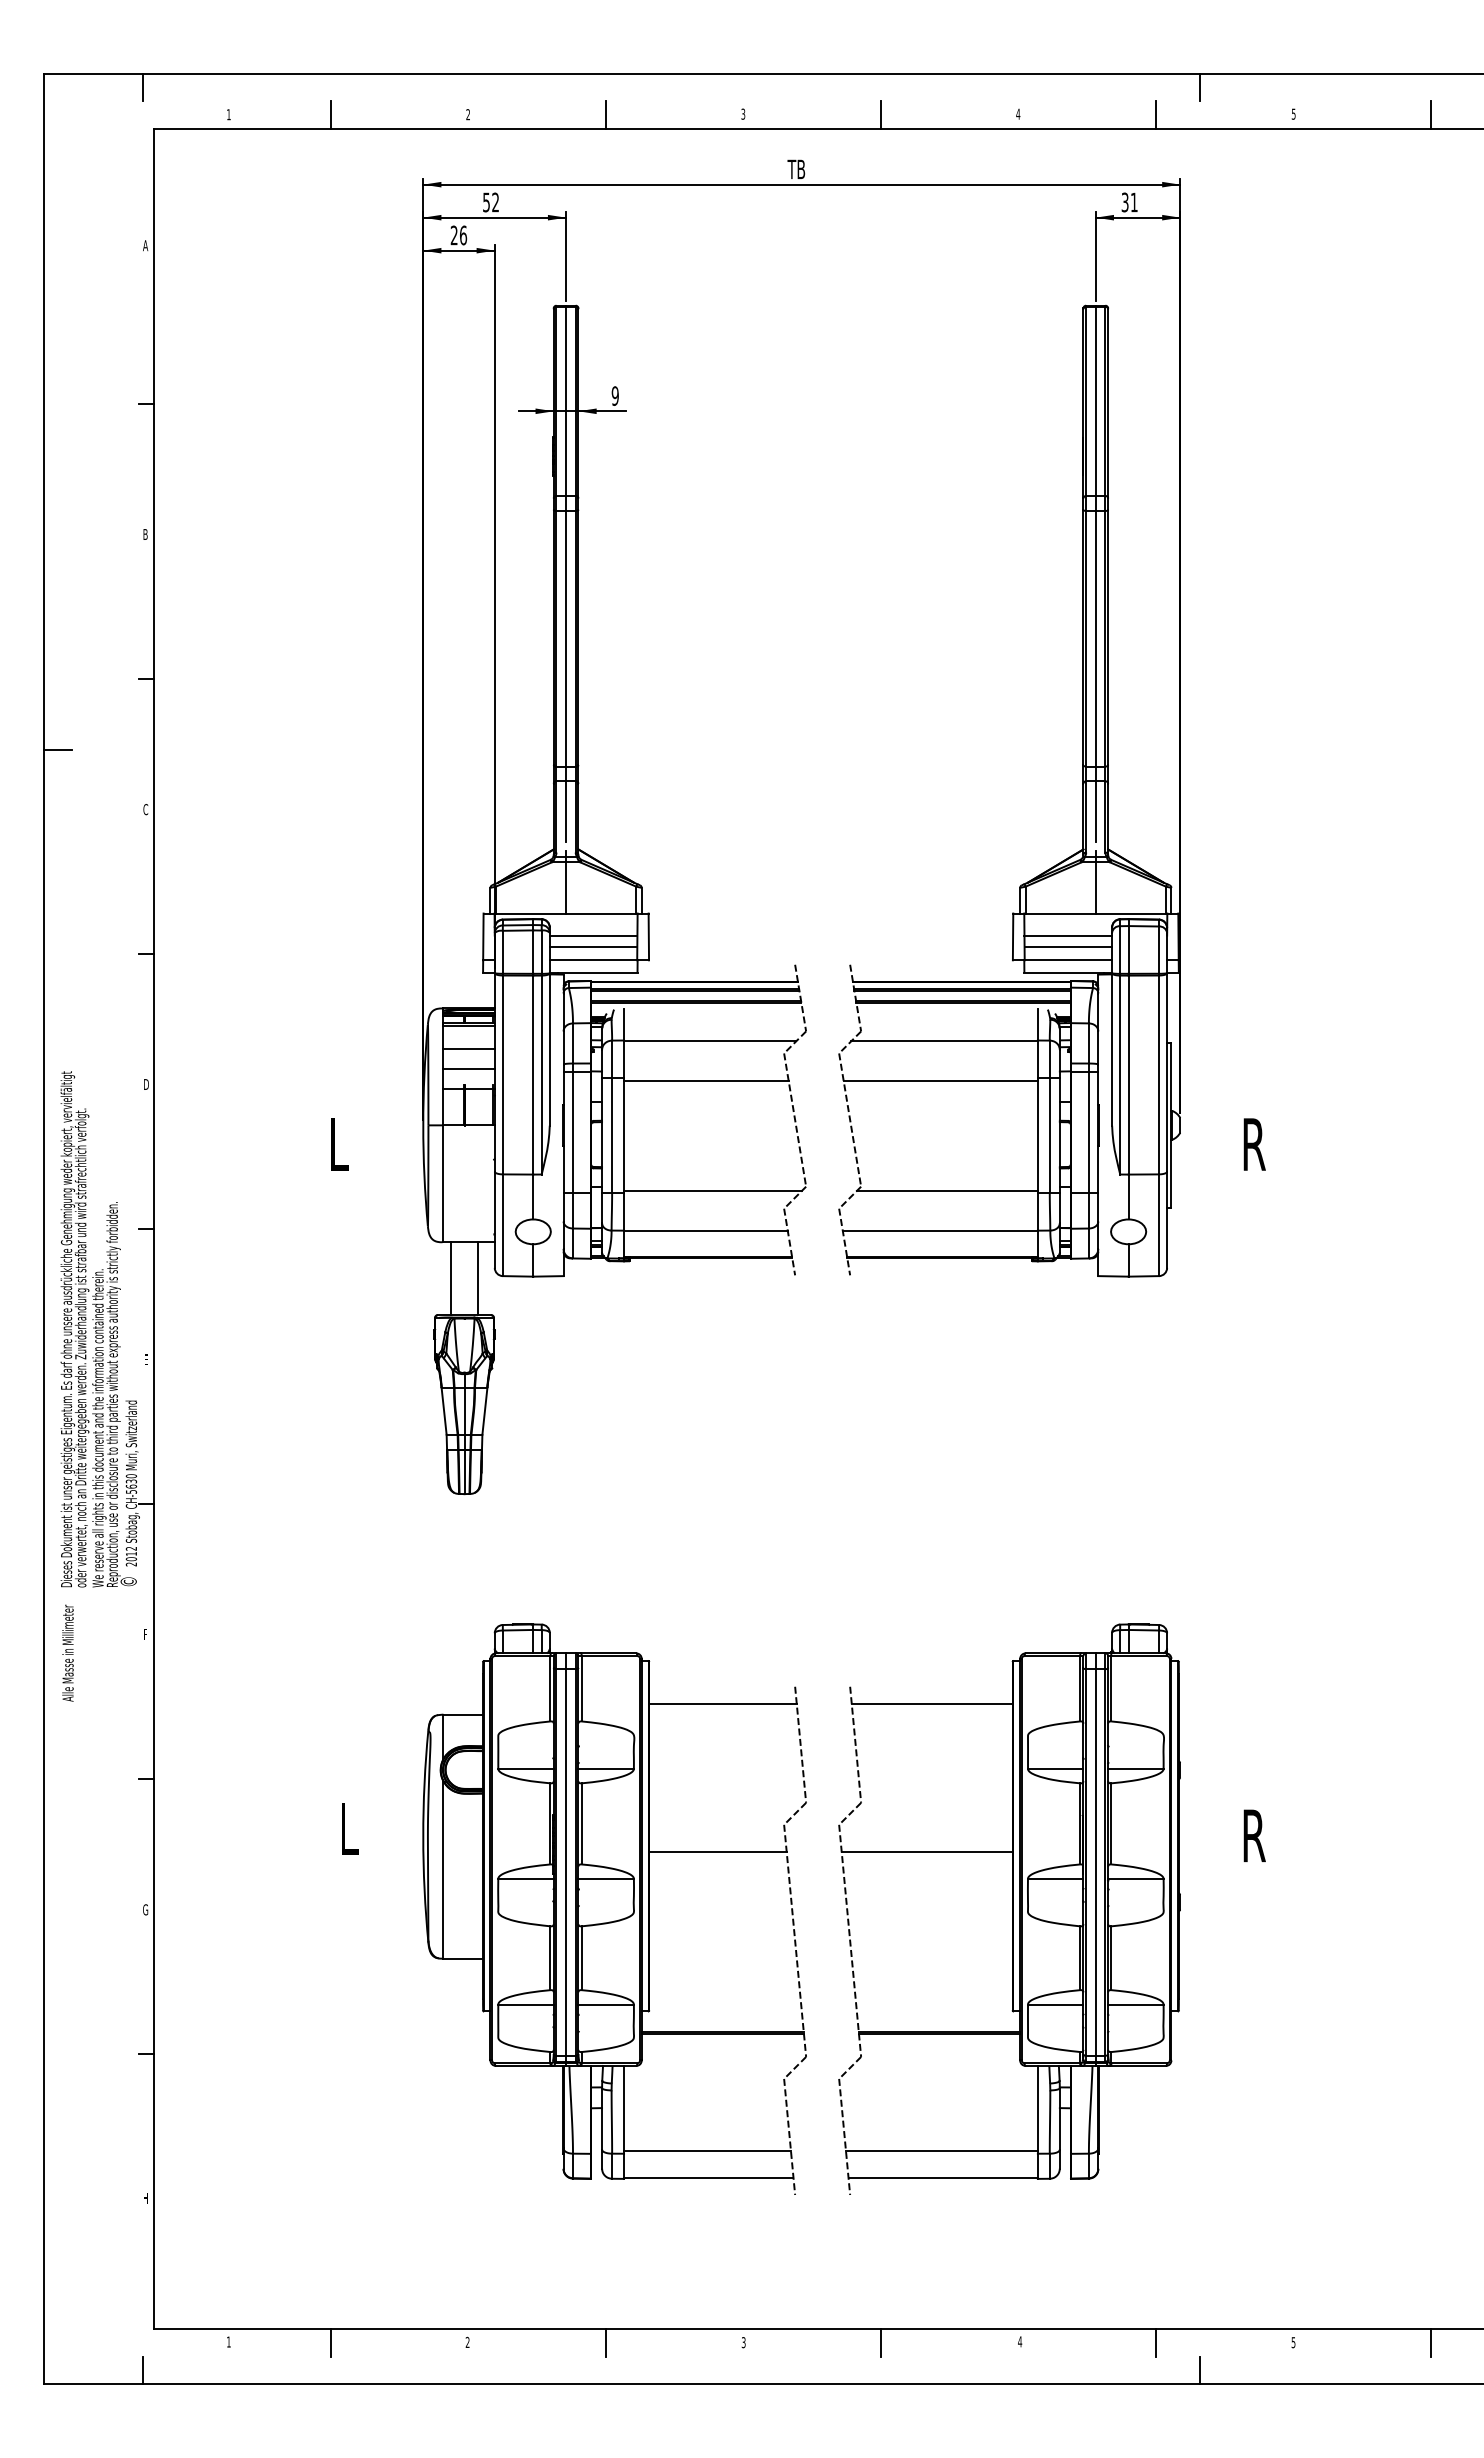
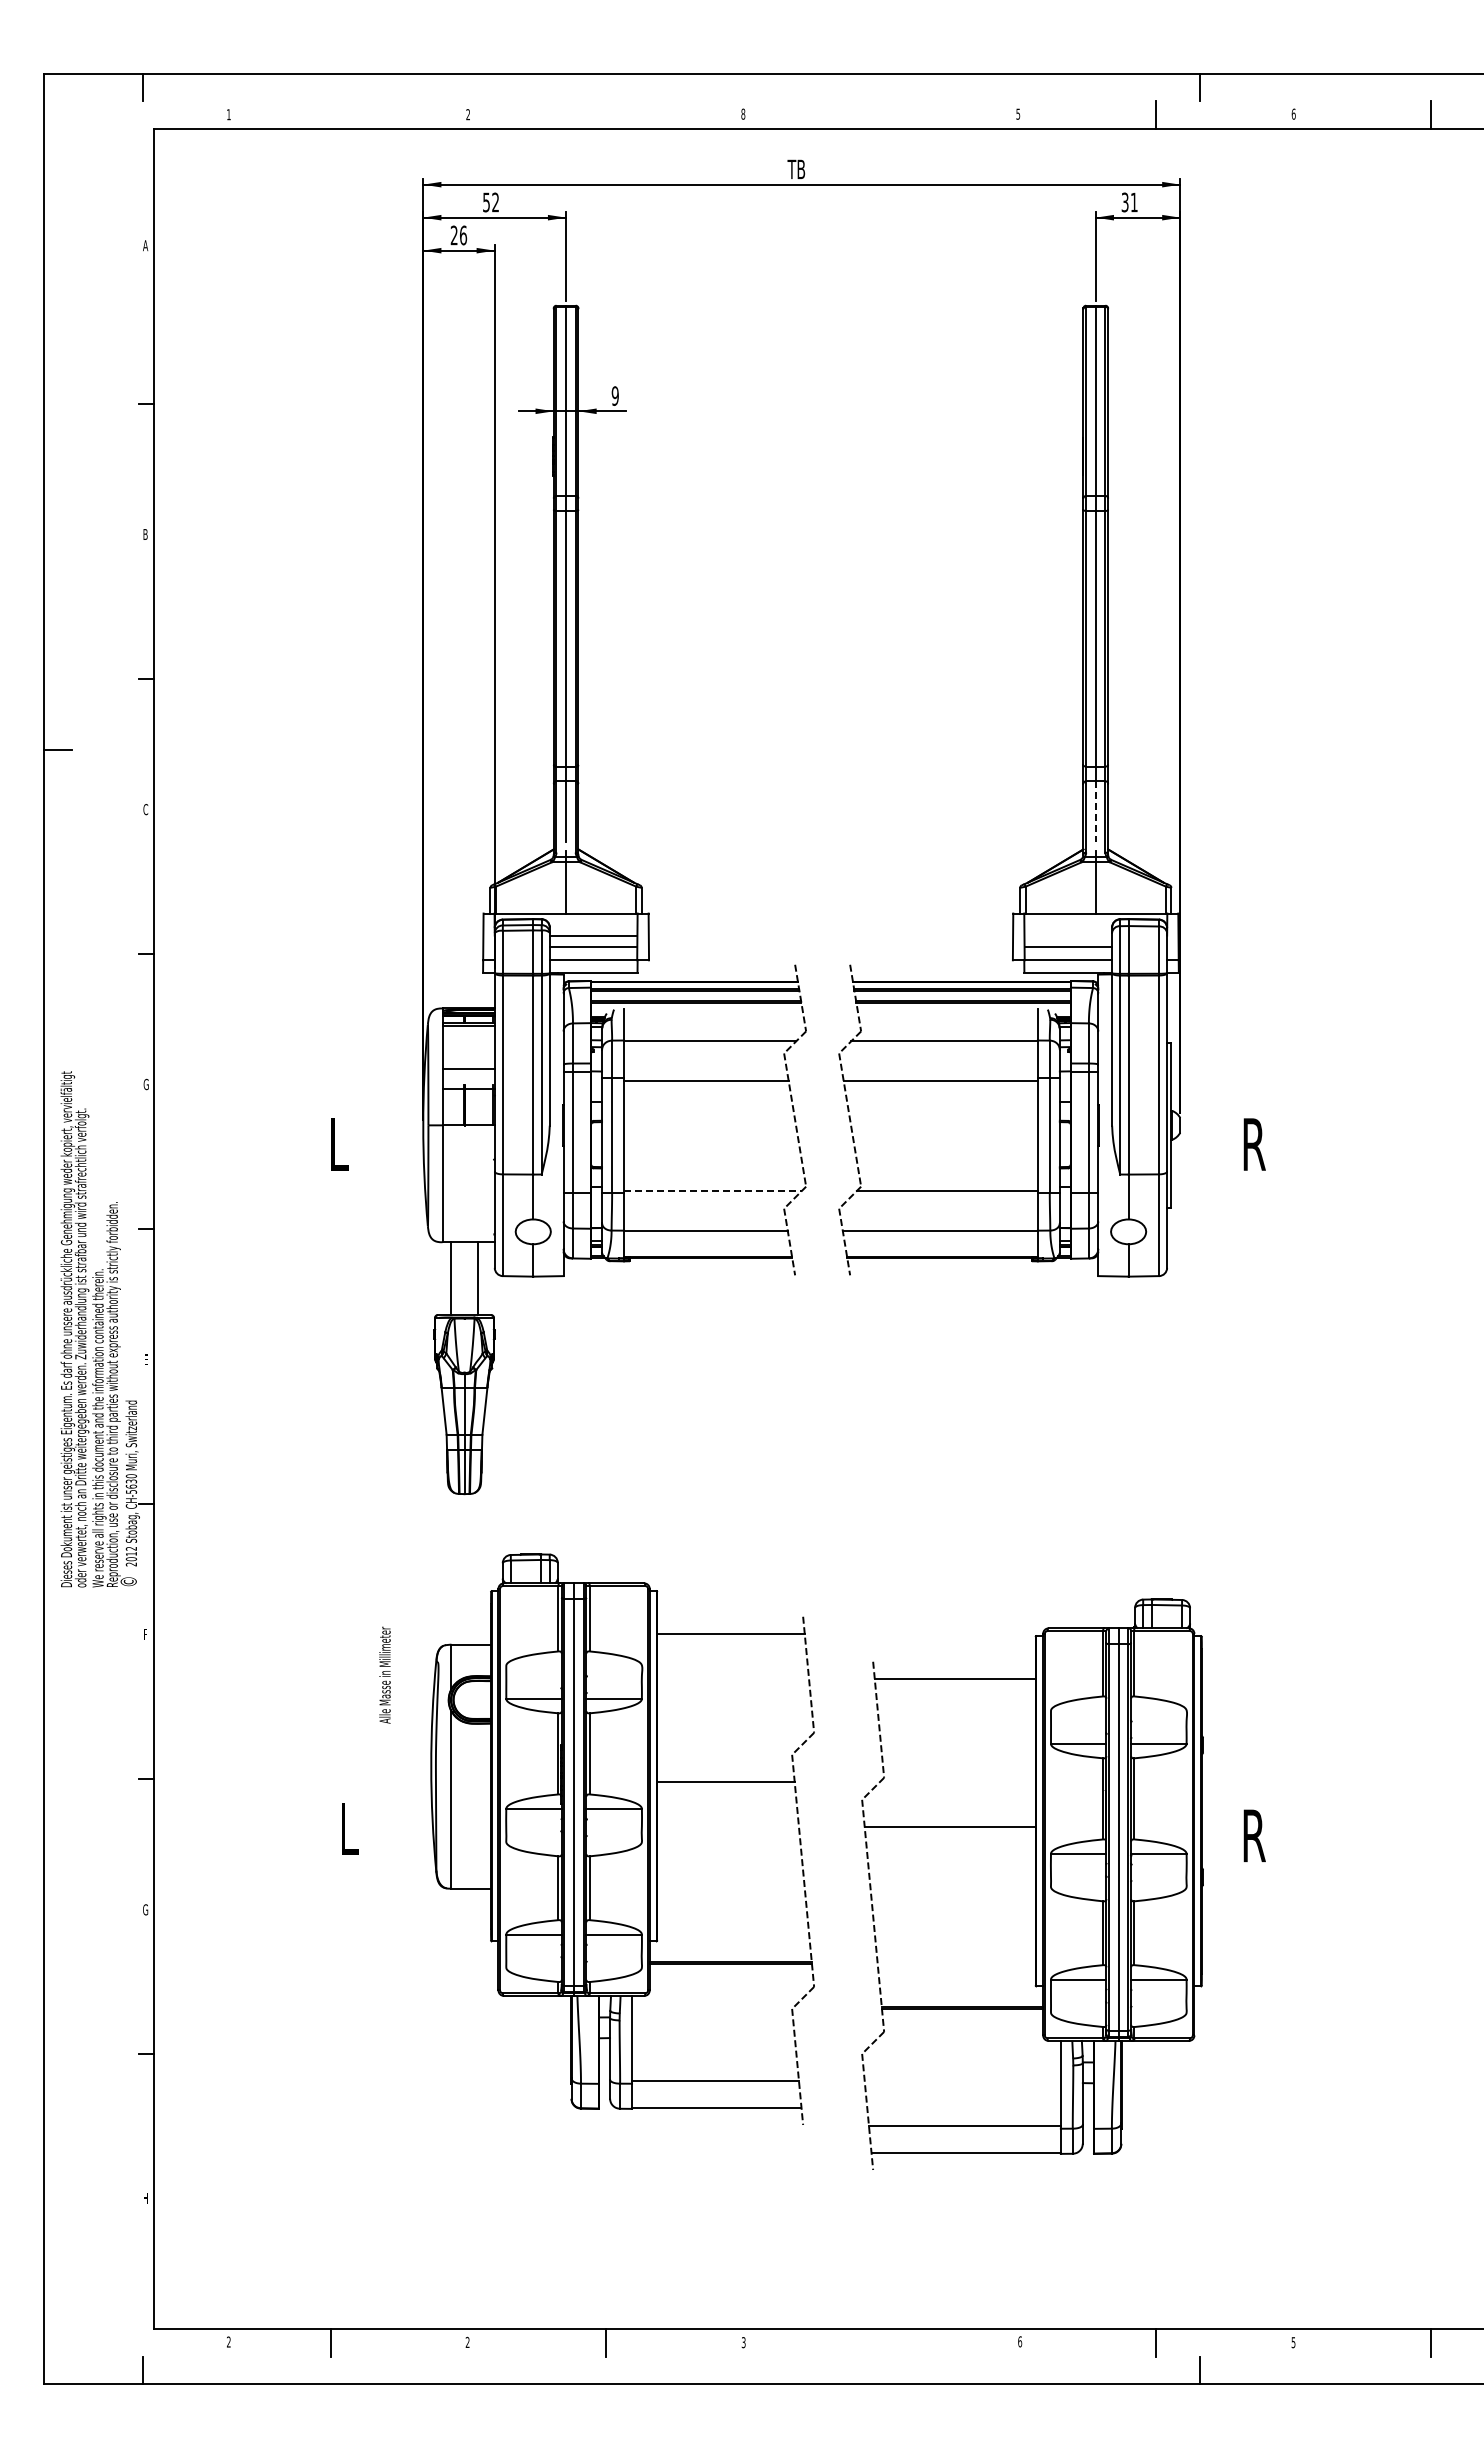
text at (743, 113): 3 -> 8
text at (1018, 113): 4 -> 5
text at (1293, 113): 5 -> 6
line at (330, 114): present -> none
line at (605, 114): present -> none
line at (880, 114): present -> none
line at (1095, 812): solid -> dashed
line at (1068, 935): present -> none
line at (468, 1048): present -> none
text at (145, 1084): D -> G
line at (712, 1191): solid -> dashed
text at (67, 1652) position: (67, 1652) -> (384, 1674)
part at (614, 1908) position: (614, 1908) -> (622, 1838)
part at (1009, 1908) position: (1009, 1908) -> (1032, 1883)
text at (228, 2341): 1 -> 2
text at (1020, 2341): 4 -> 6
line at (880, 2342): present -> none
